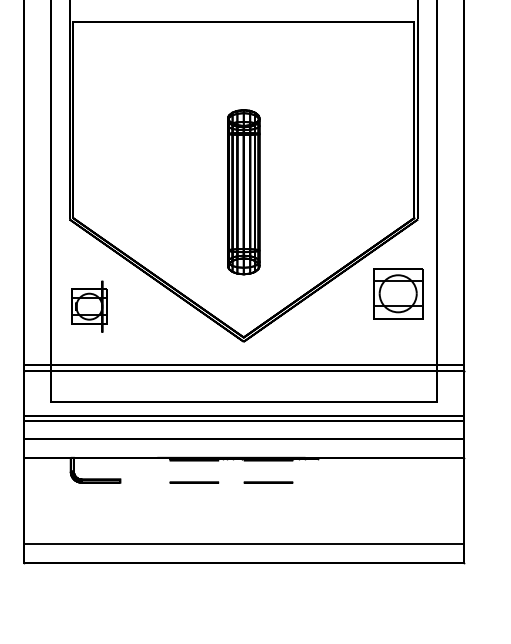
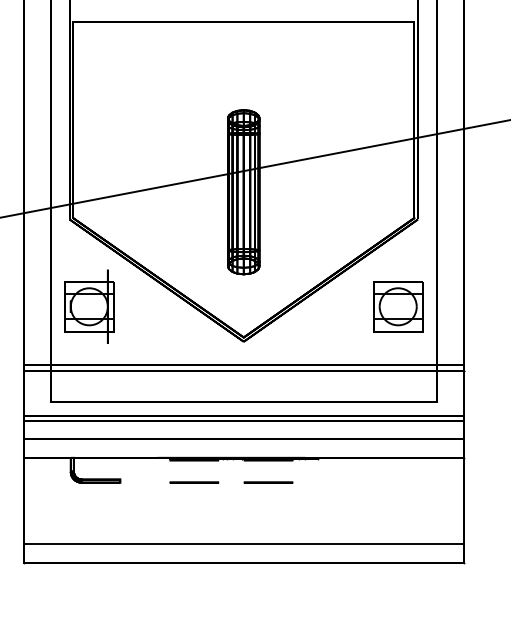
line at (254, 168): none -> present
part at (398, 293) position: (398, 293) -> (398, 306)
part at (89, 306) size: 37x53 px -> 51x75 px
